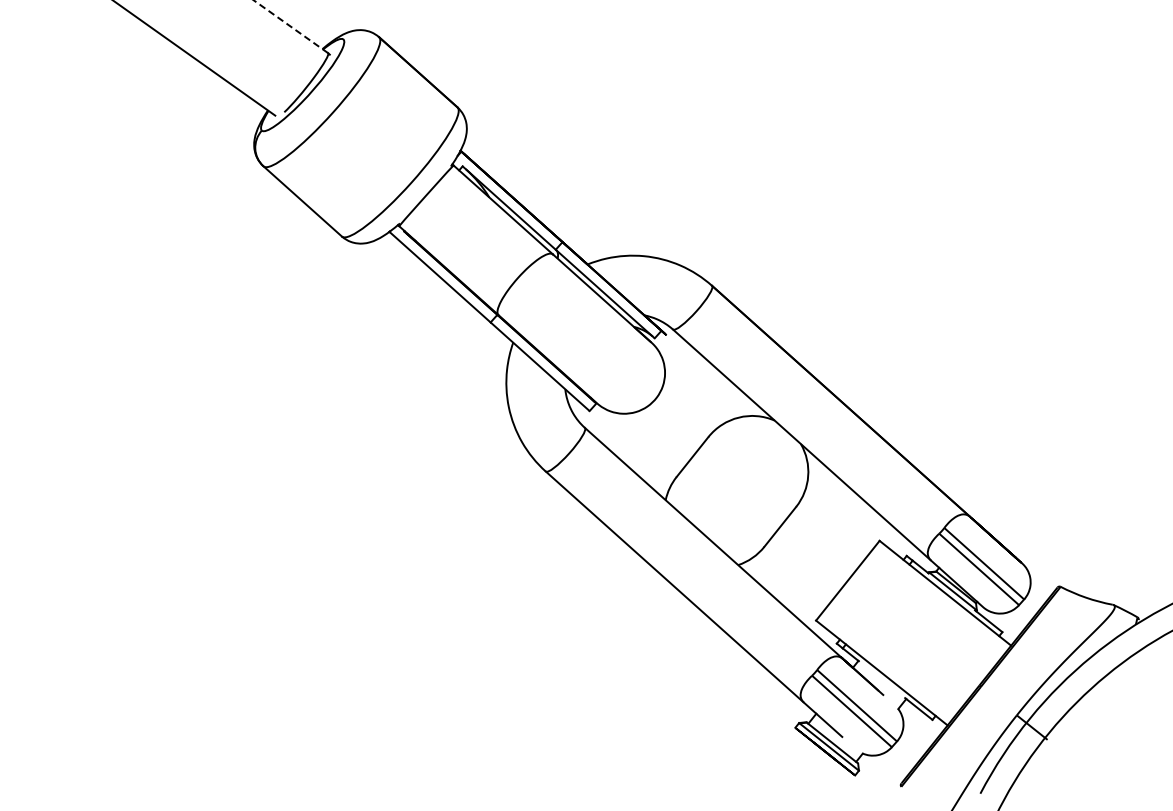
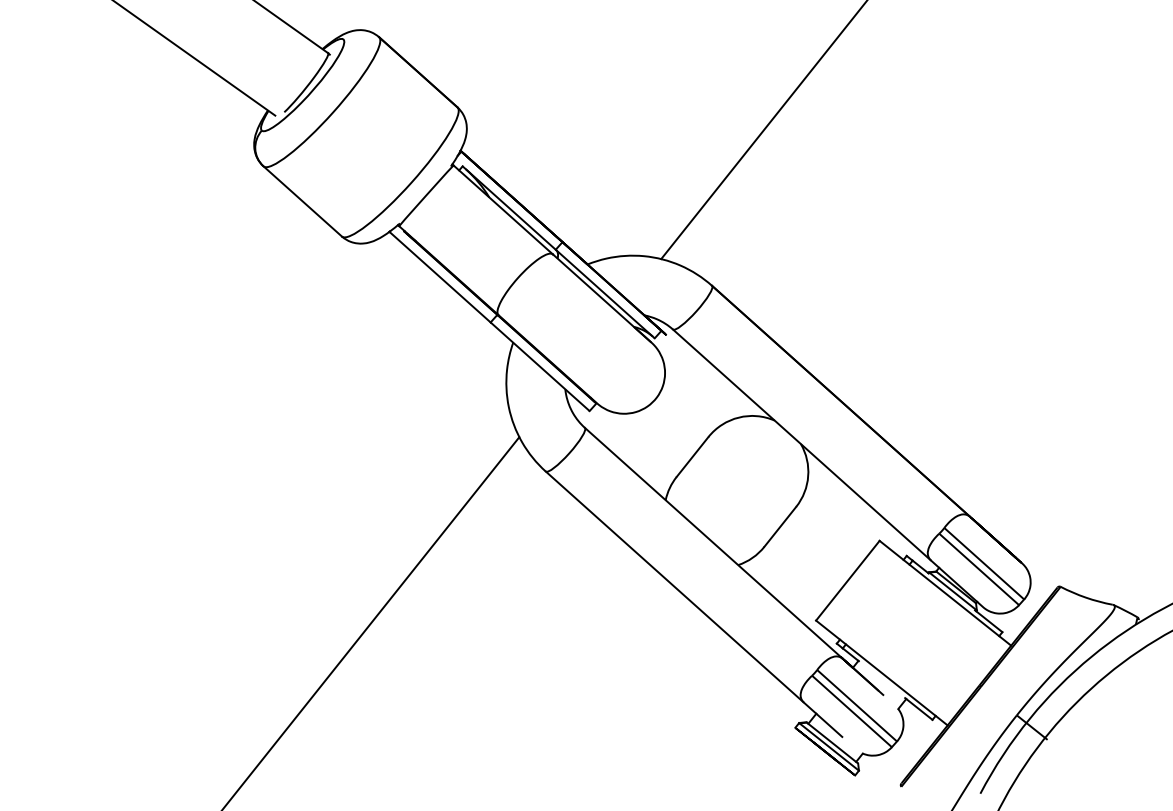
line at (290, 26): dashed -> solid
line at (763, 130): none -> present
line at (371, 622): none -> present
